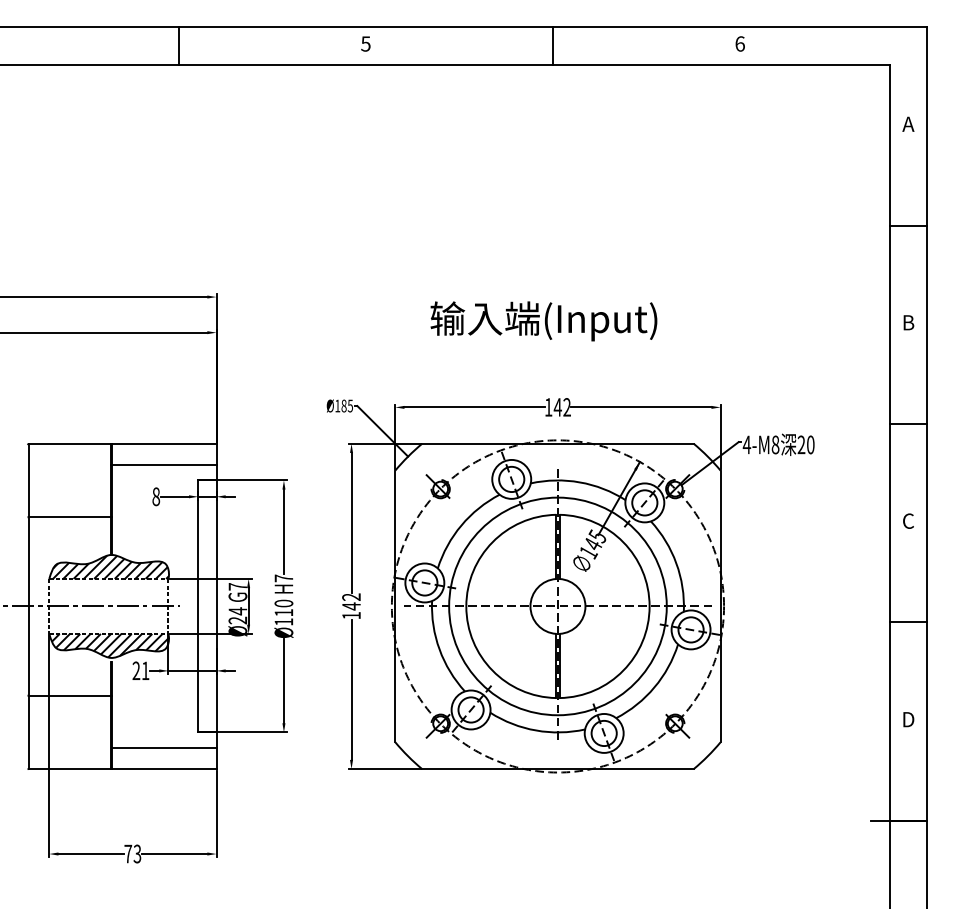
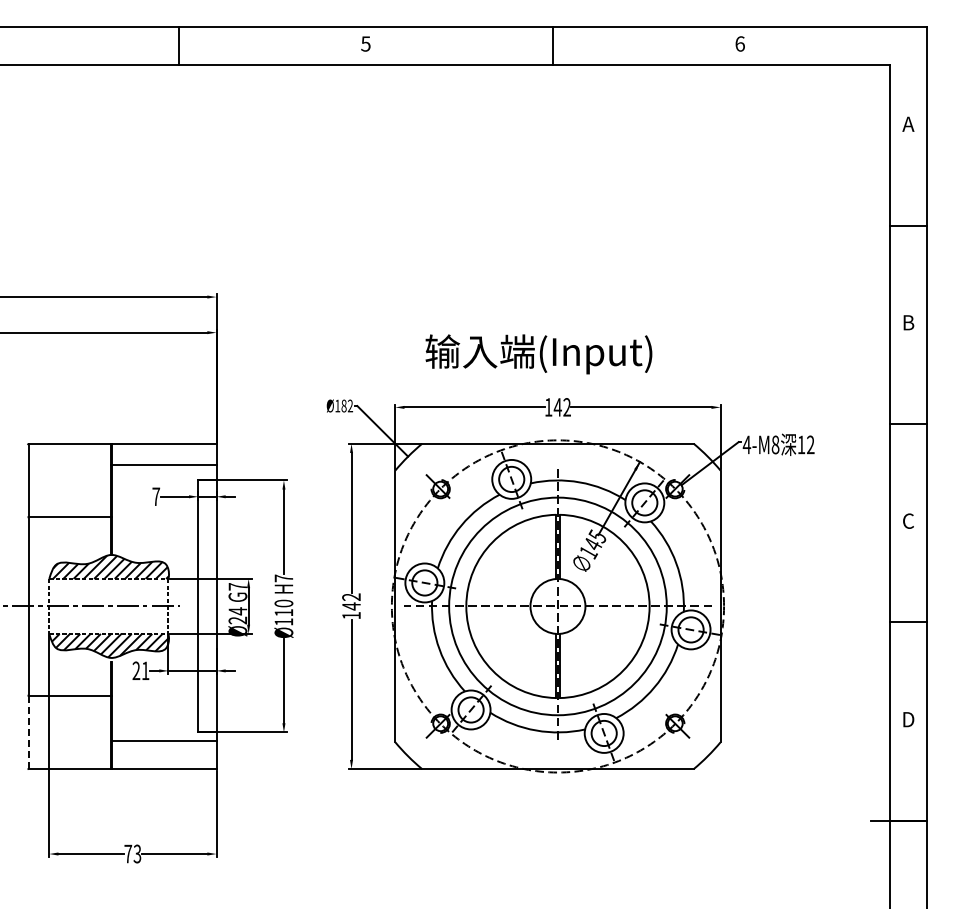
text at (543, 321) position: (543, 321) -> (538, 354)
text at (350, 405): 185 -> 182
text at (805, 444): 20 -> 12
text at (156, 496): 8 -> 7
line at (28, 732): solid -> dashed
line at (164, 748) position: (164, 748) -> (164, 741)
